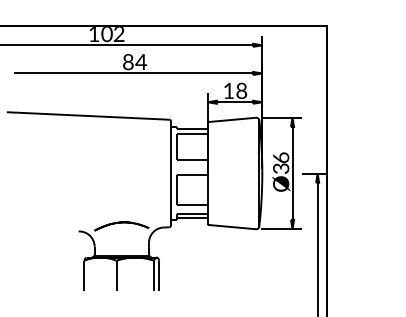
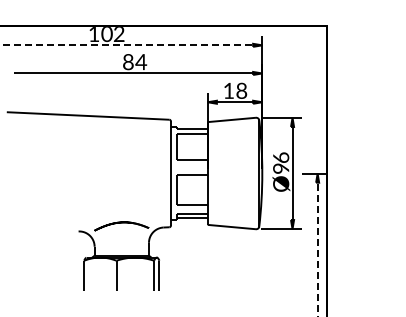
line at (127, 45): solid -> dashed
text at (281, 168): Ø3 -> Ø9
line at (317, 249): solid -> dashed
